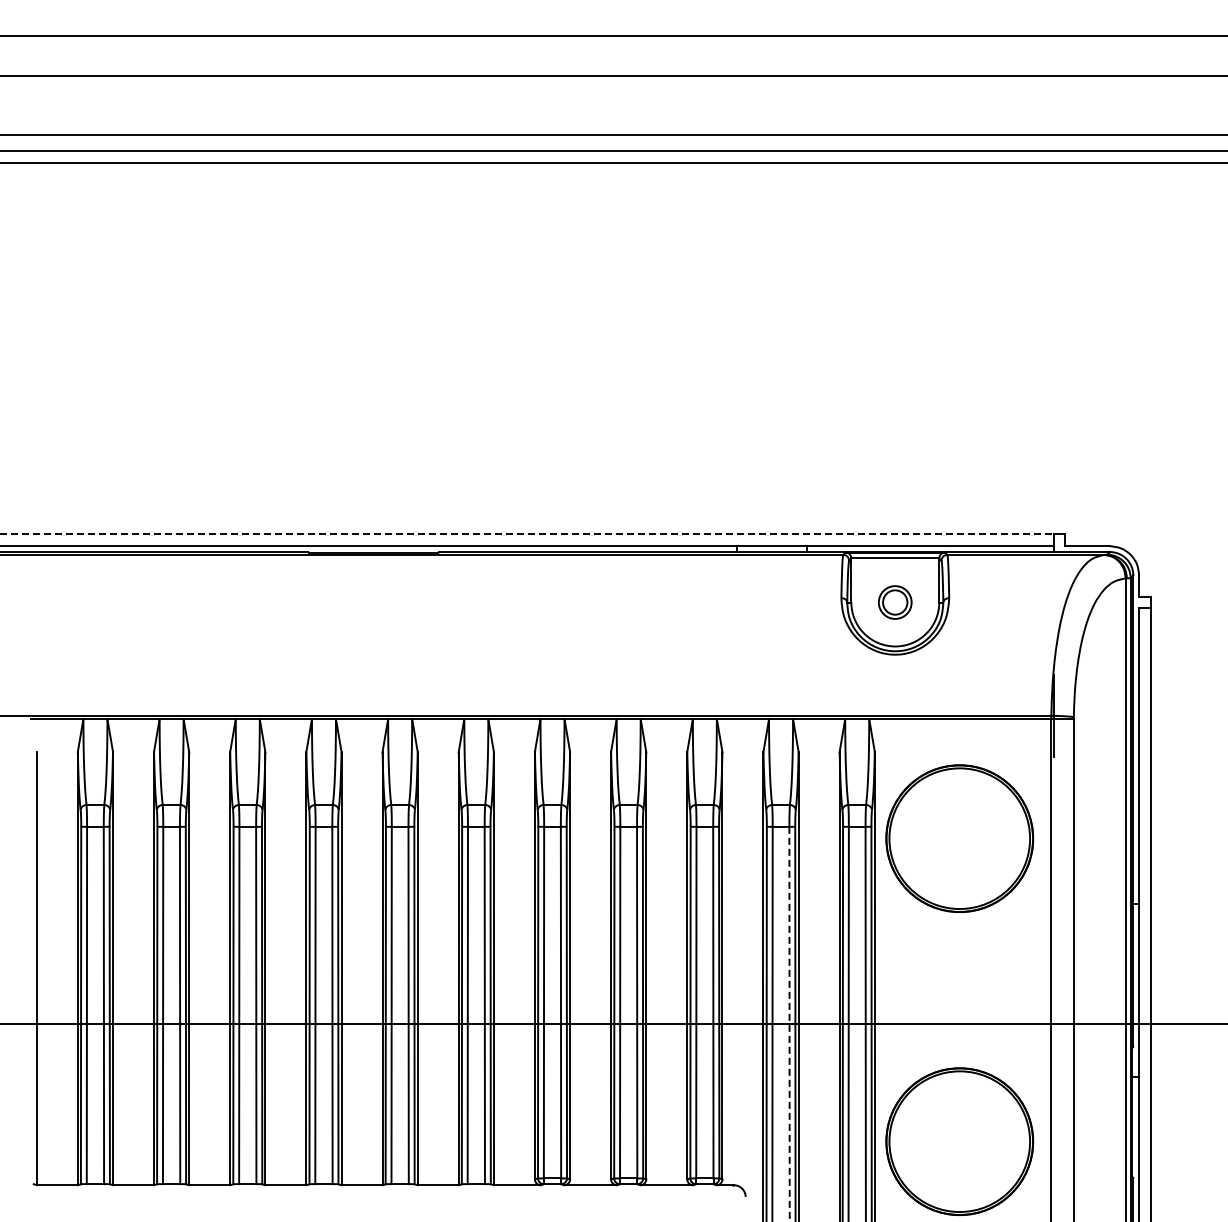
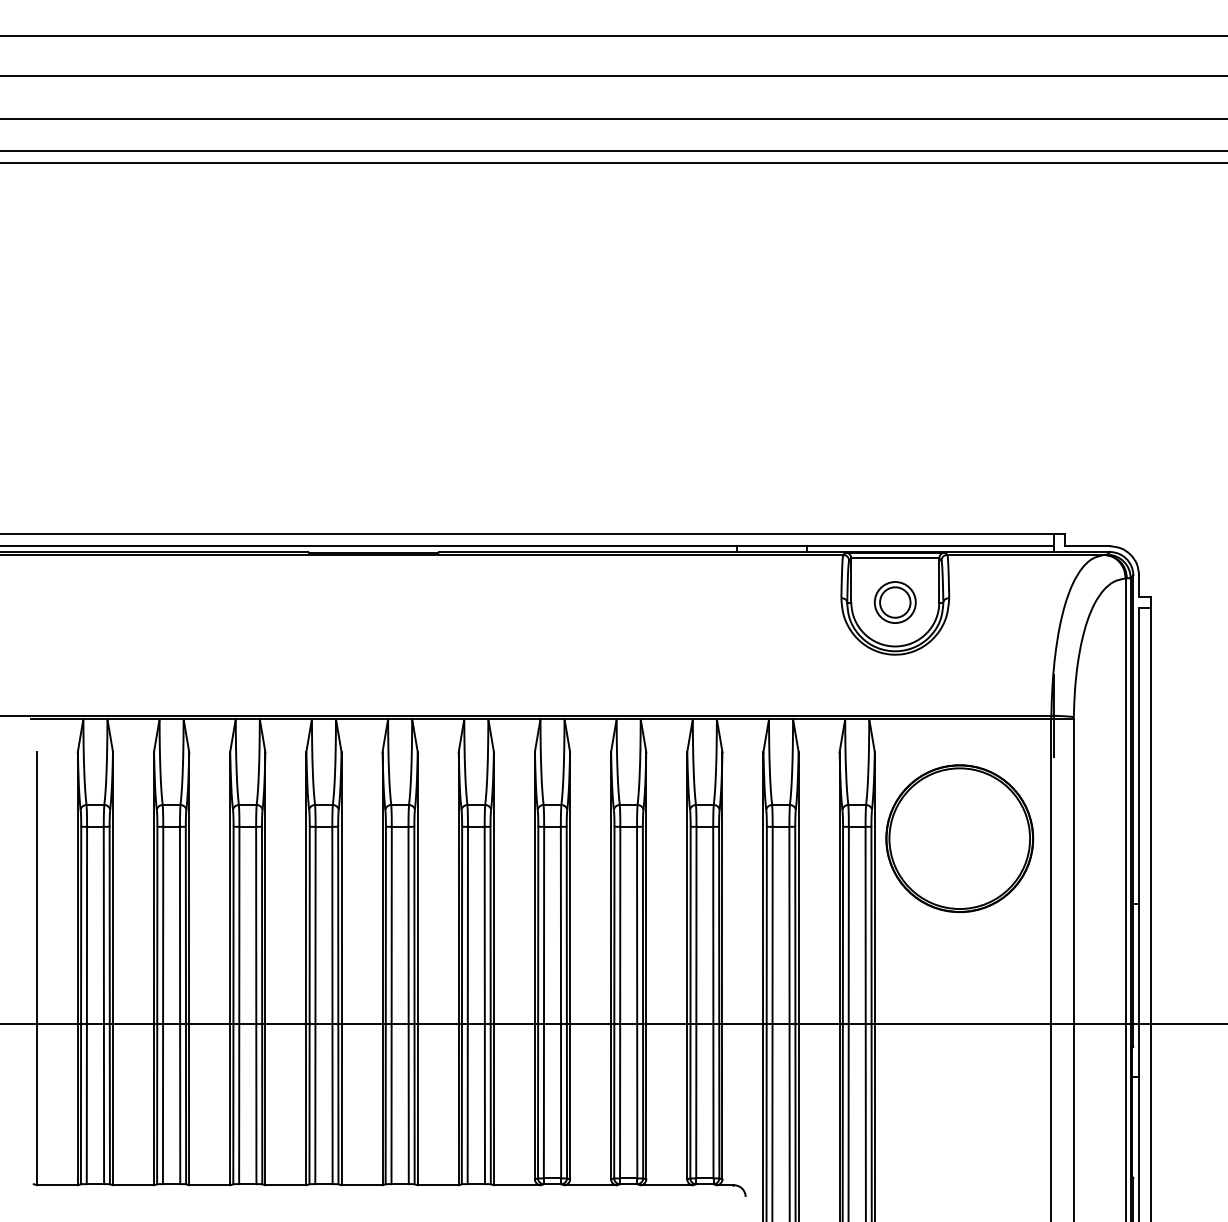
line at (613, 134) position: (613, 134) -> (613, 118)
line at (527, 534): dashed -> solid
part at (895, 602) size: 35x35 px -> 44x43 px
line at (789, 1024): dashed -> solid
part at (959, 1141): present -> none
